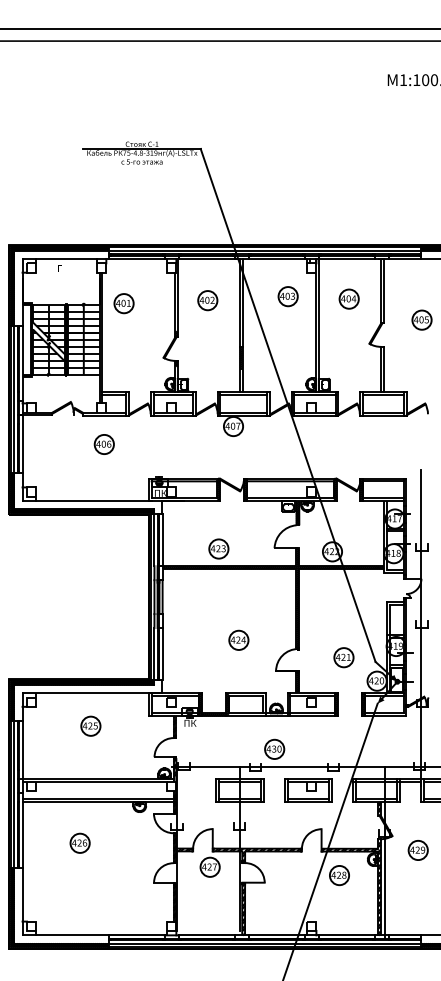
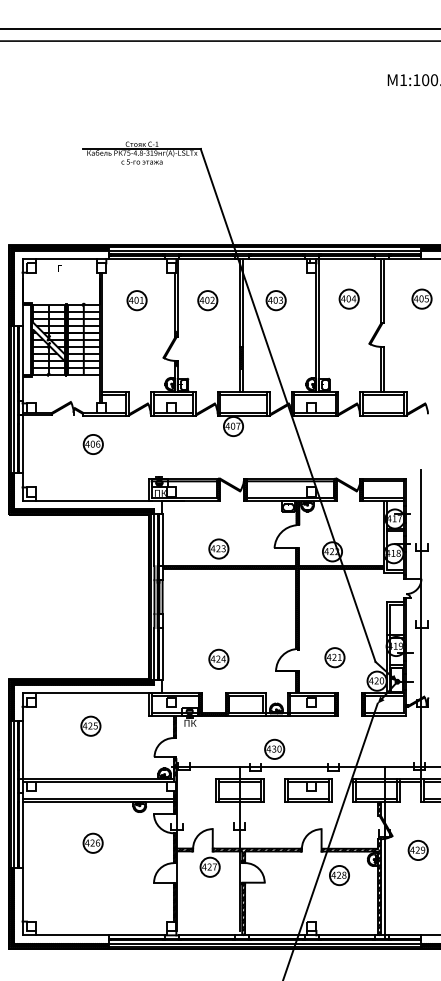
part at (287, 296) position: (287, 296) -> (275, 300)
part at (123, 303) position: (123, 303) -> (136, 300)
part at (421, 319) position: (421, 319) -> (421, 298)
part at (103, 444) position: (103, 444) -> (92, 444)
part at (238, 639) position: (238, 639) -> (218, 658)
part at (343, 657) position: (343, 657) -> (334, 657)
part at (79, 842) position: (79, 842) -> (92, 842)
